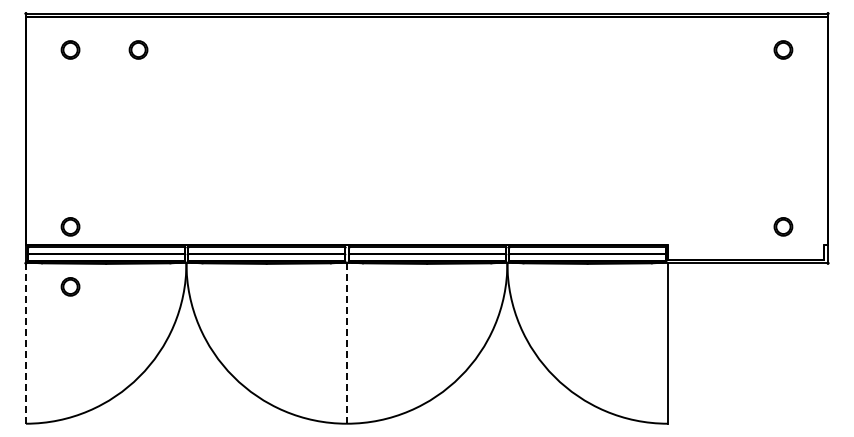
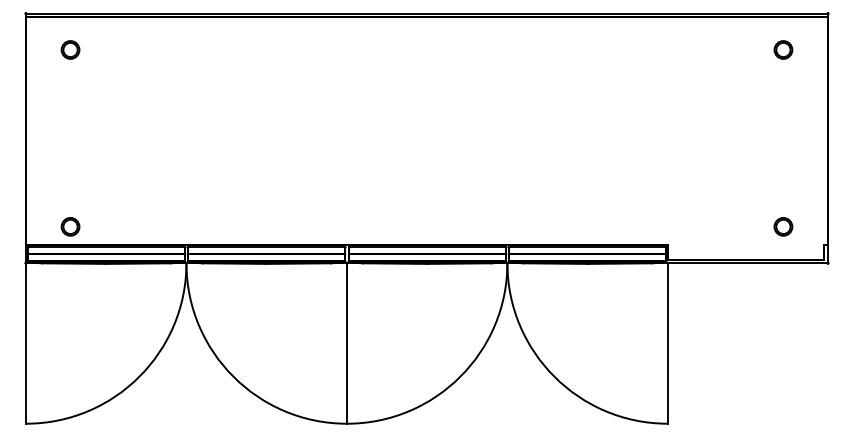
part at (138, 49): present -> none
part at (70, 286): present -> none
line at (25, 343): dashed -> solid
line at (346, 343): dashed -> solid
